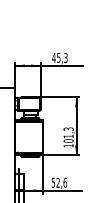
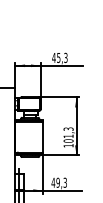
text at (59, 182): 52,6 -> 49,3
